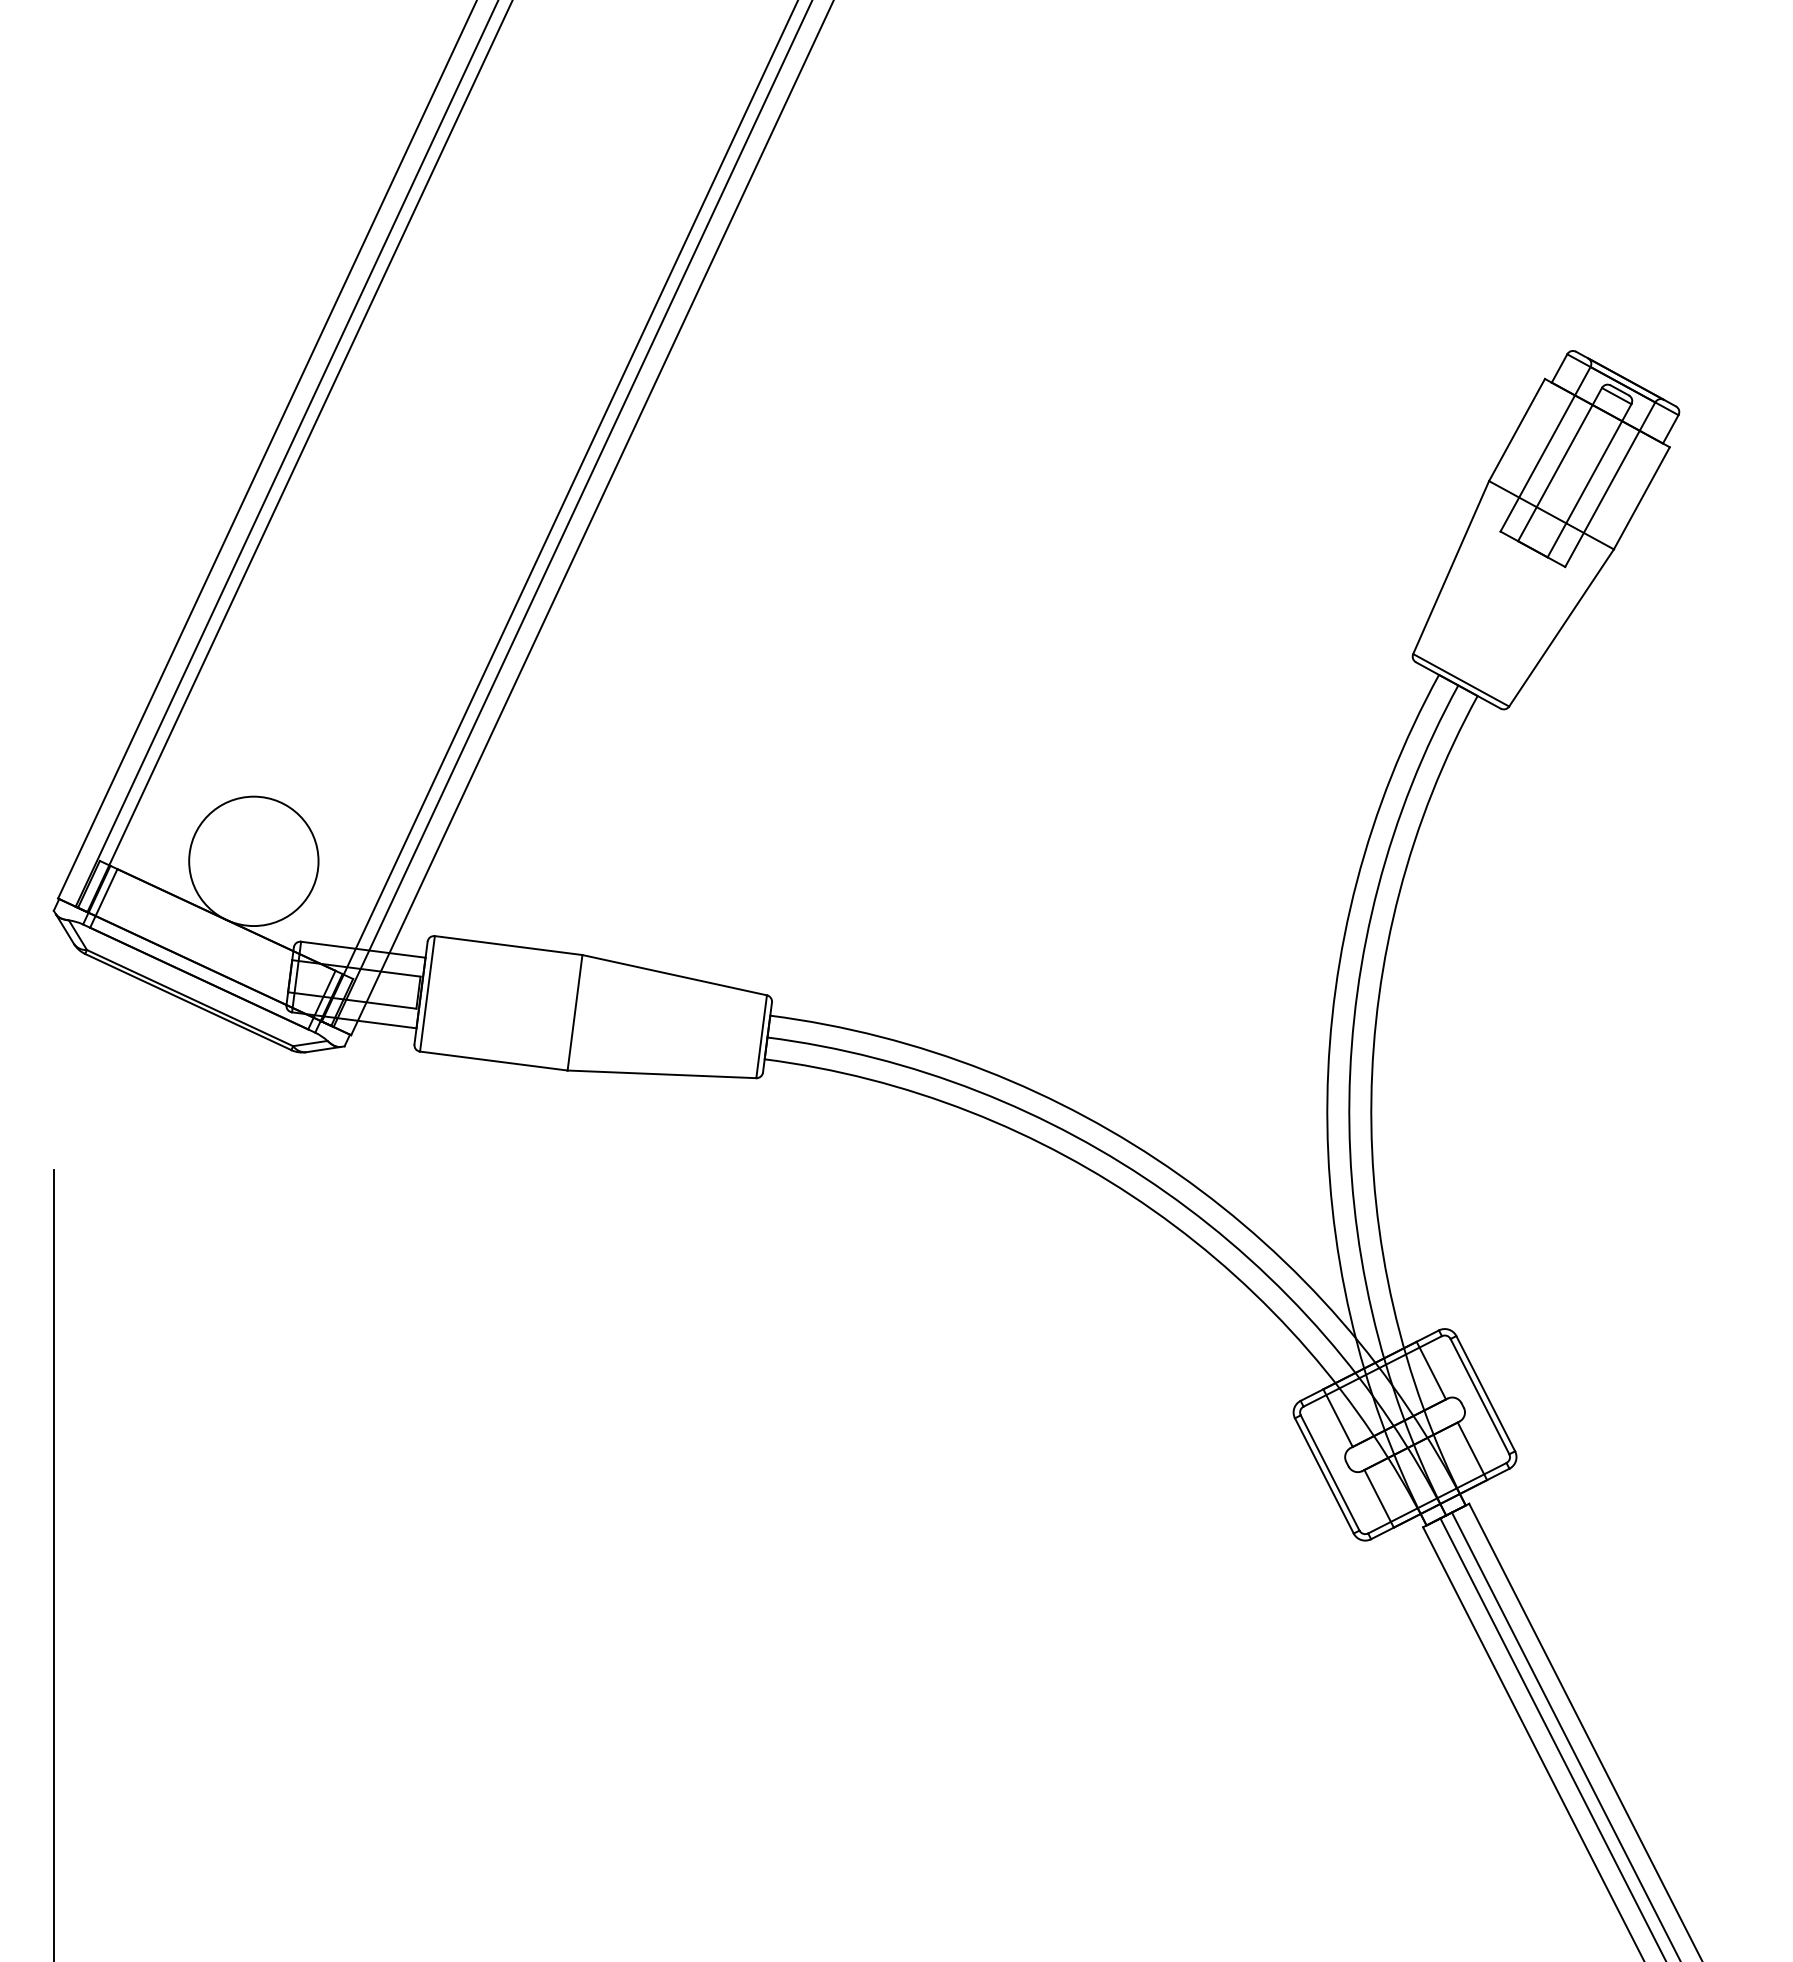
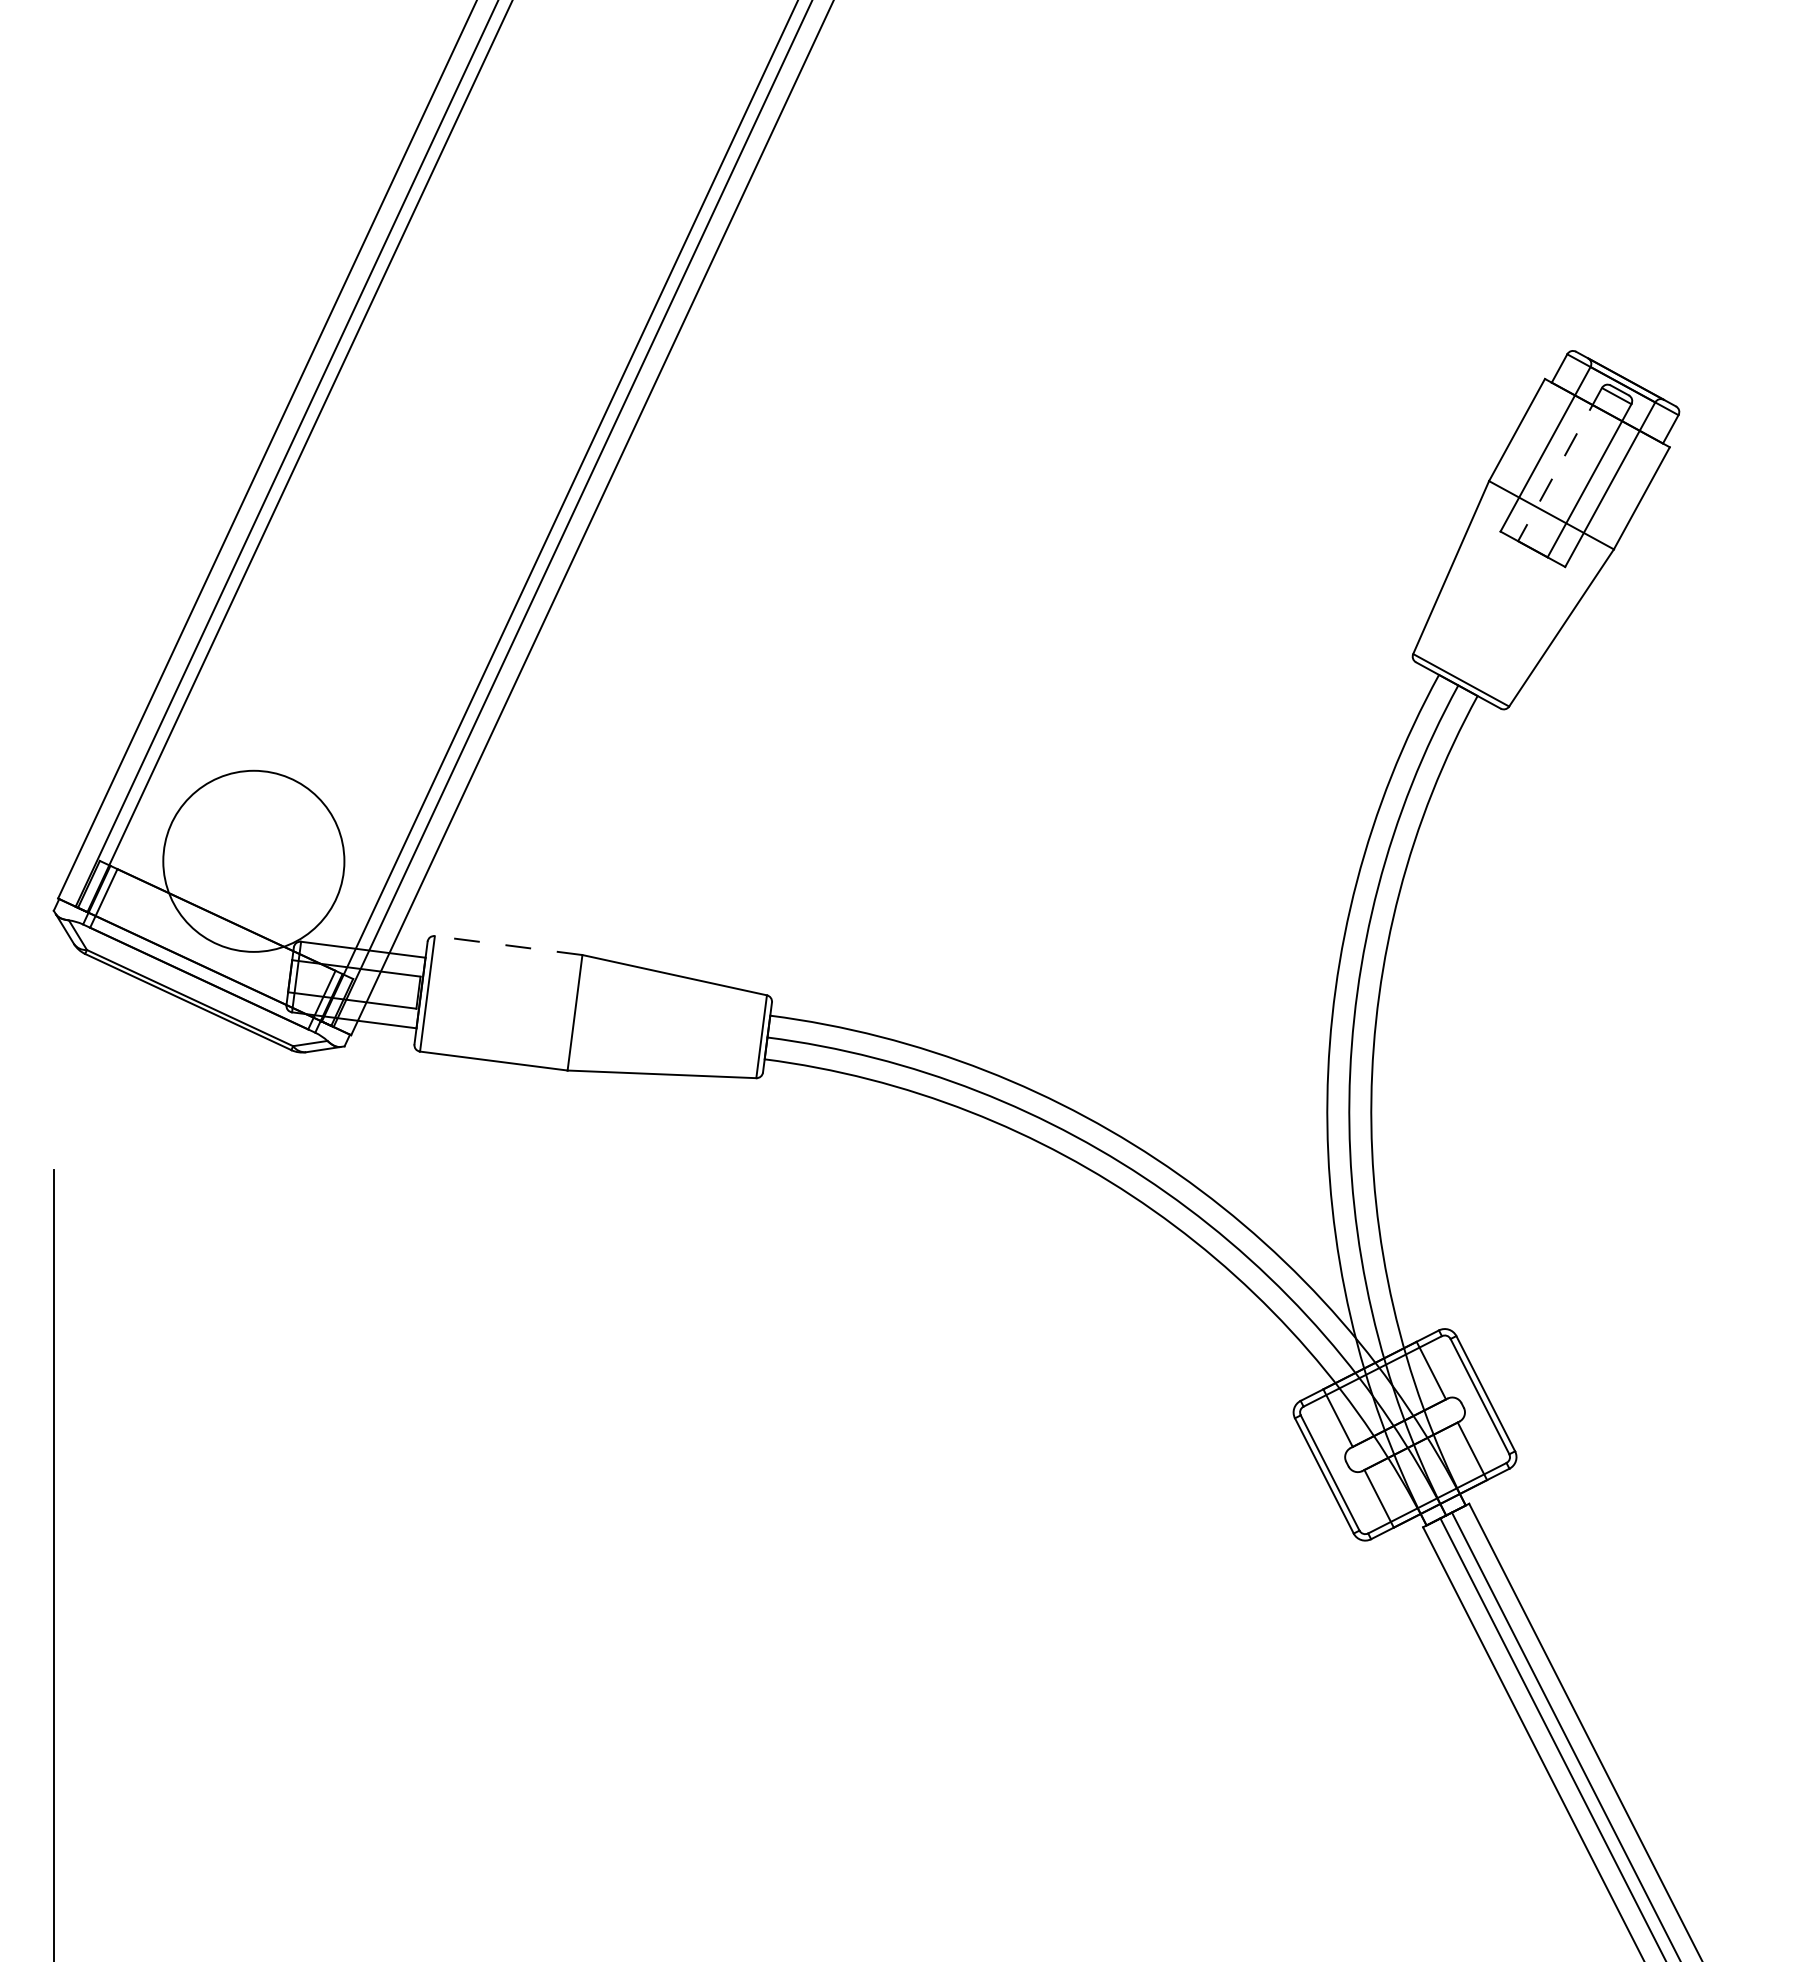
line at (1559, 465): solid -> dashed
circle at (253, 861) diameter: 129 px -> 181 px
line at (508, 945): solid -> dashed
